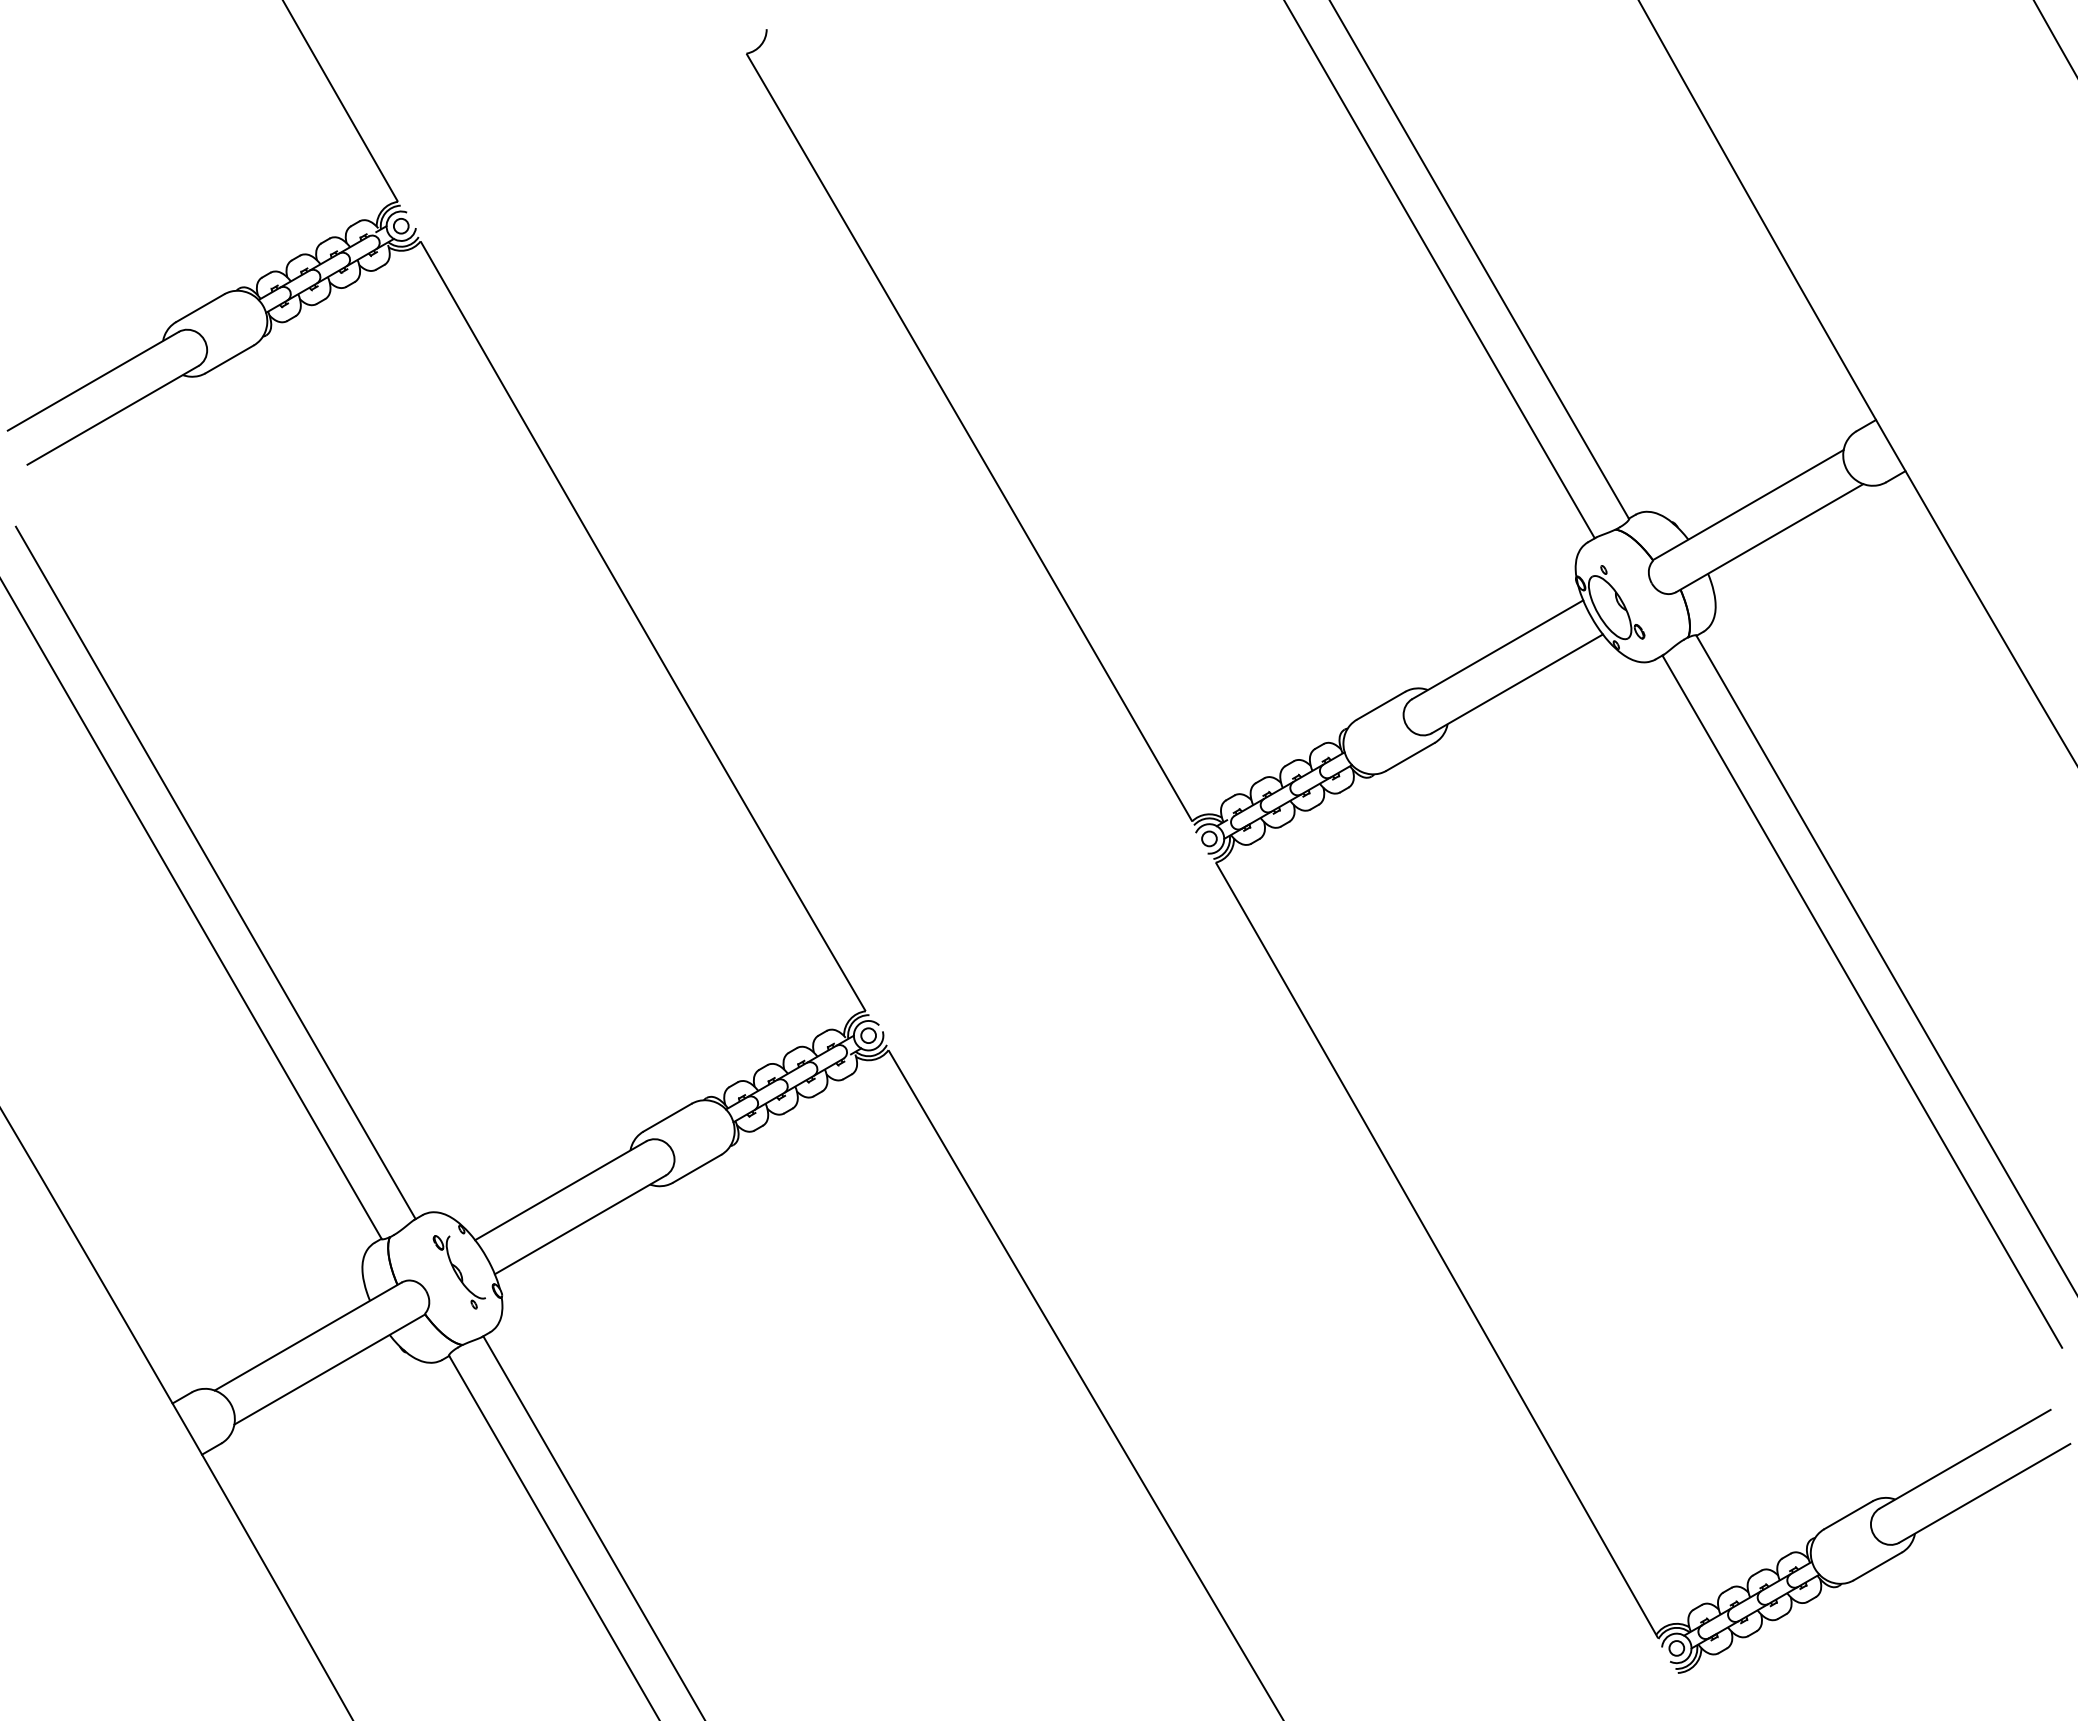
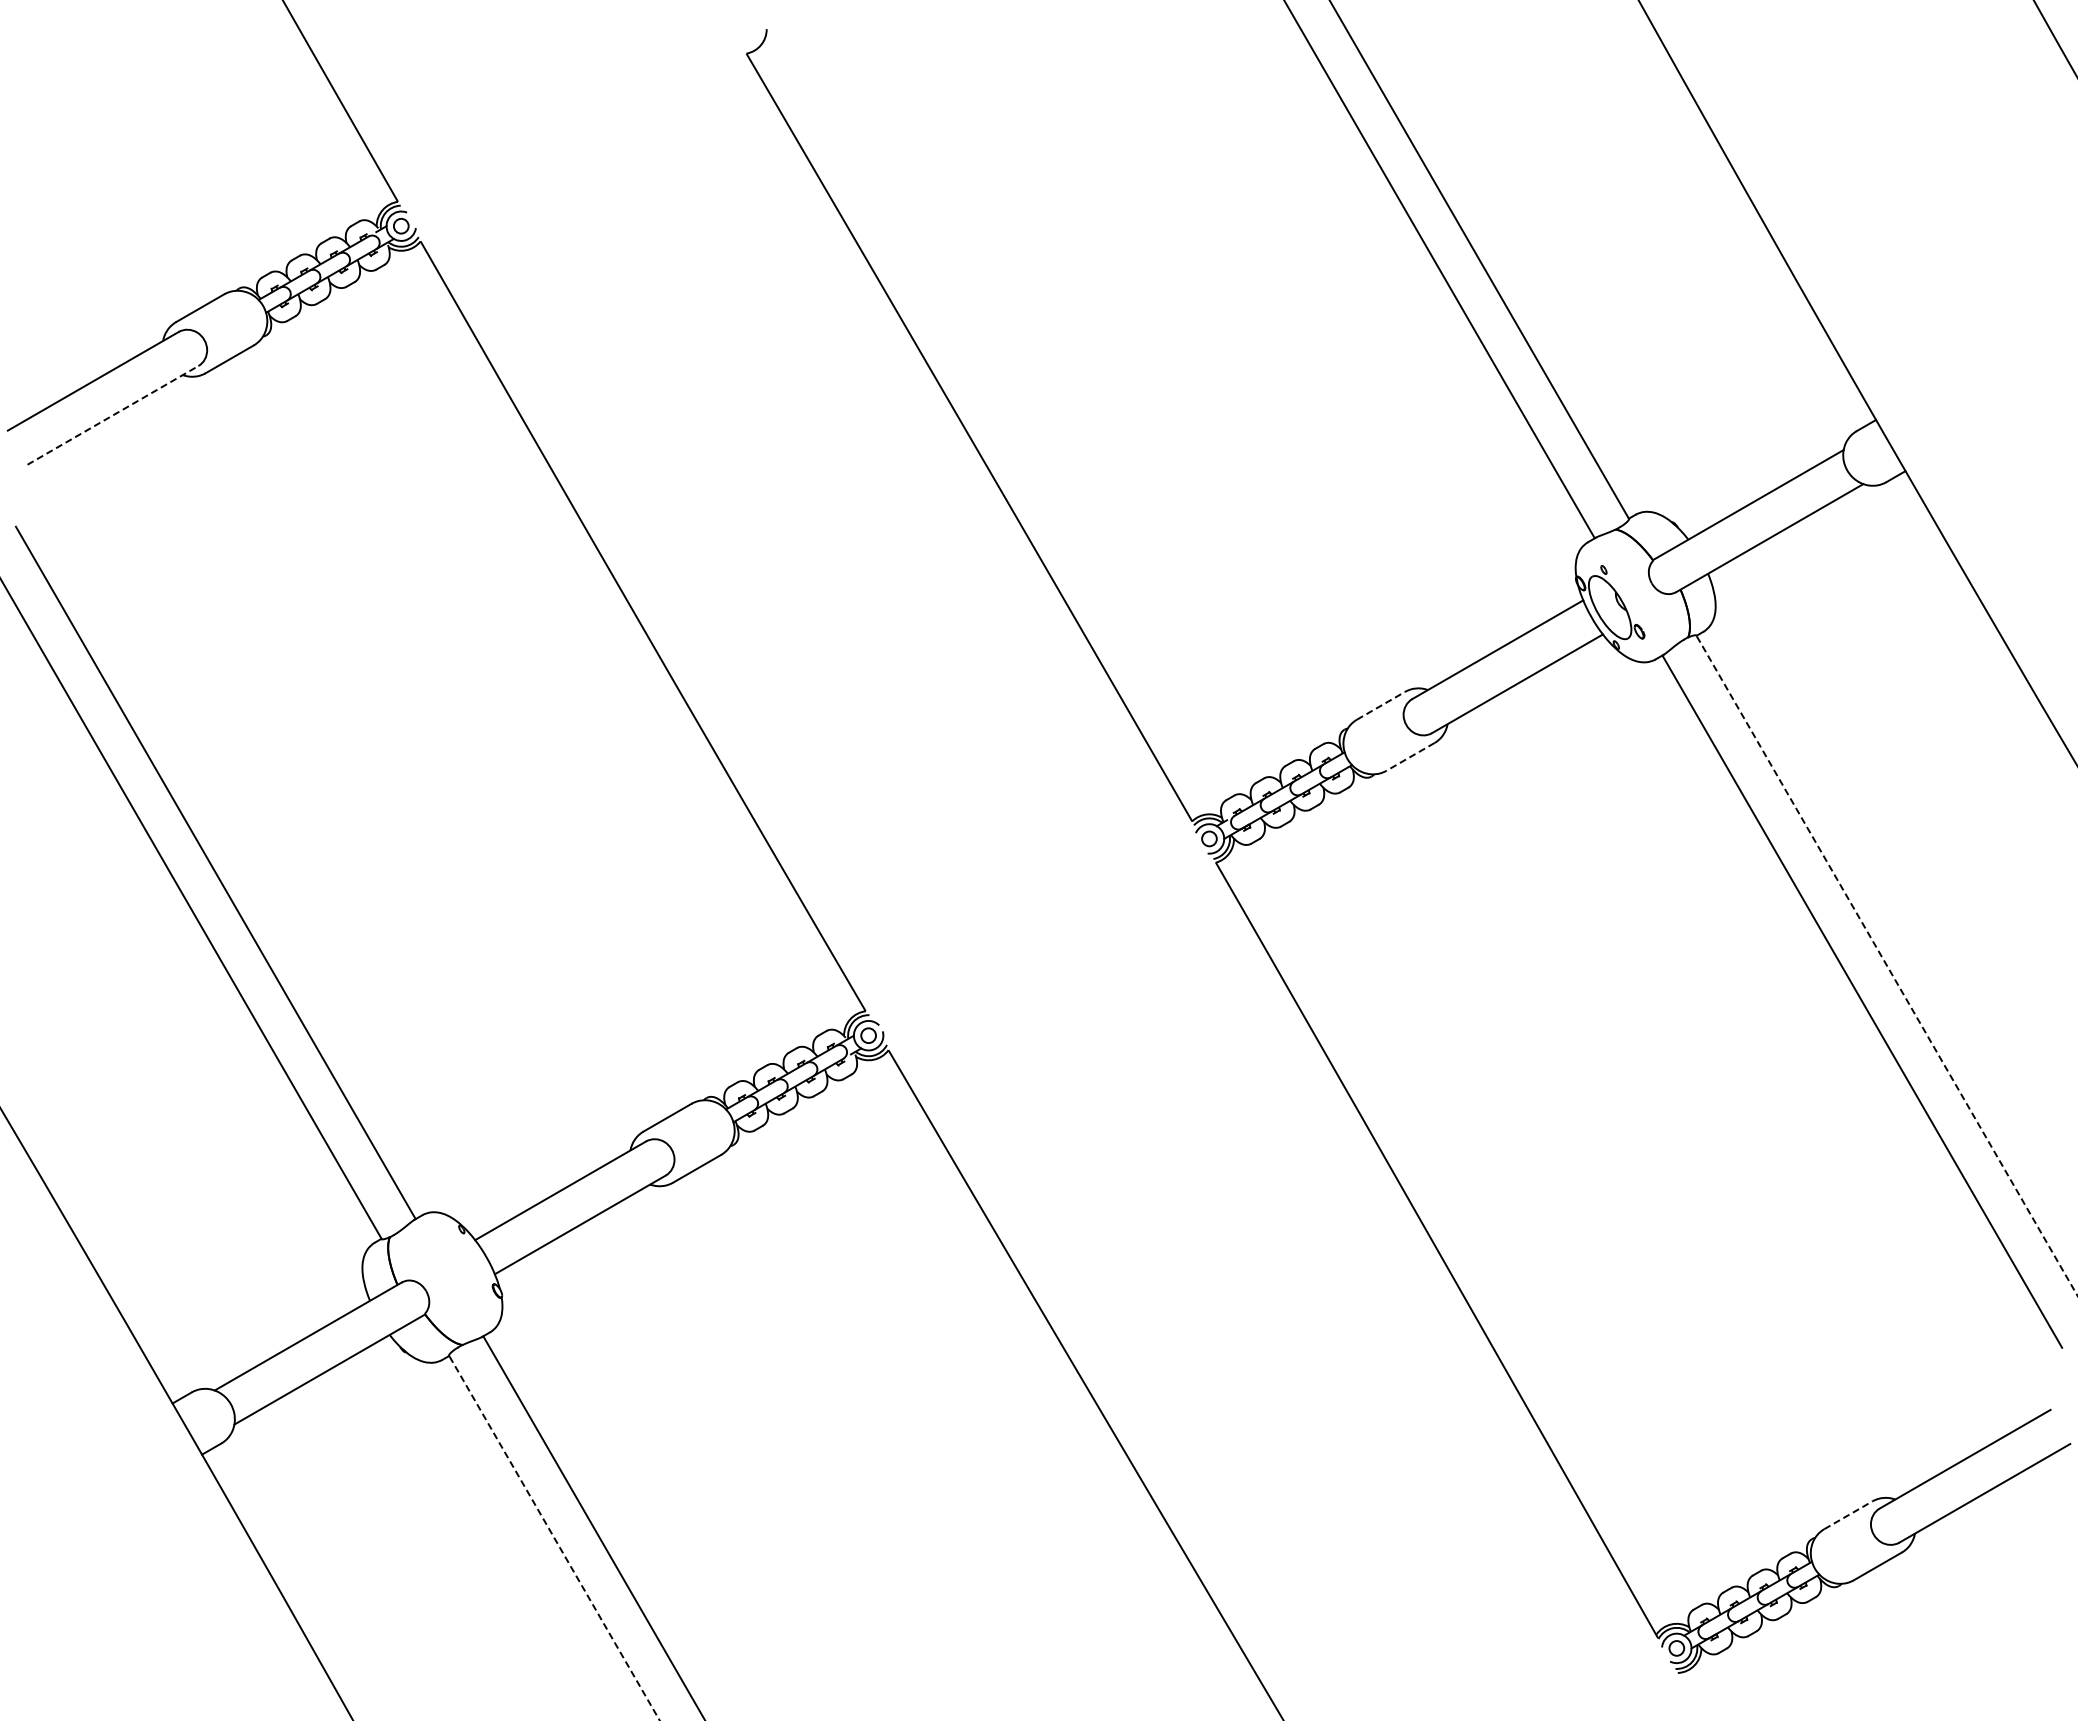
line at (112, 415): solid -> dashed
line at (1381, 705): solid -> dashed
line at (1410, 756): solid -> dashed
line at (1887, 965): solid -> dashed
part at (458, 1272): present -> none
line at (1848, 1515): solid -> dashed
line at (554, 1538): solid -> dashed
